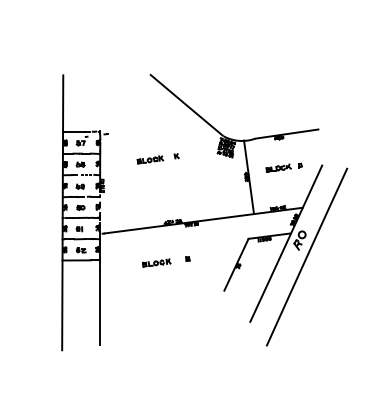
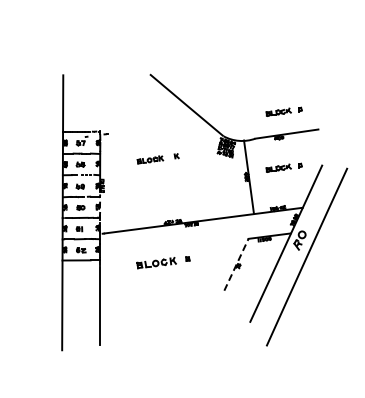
part at (283, 111): none -> present
part at (156, 262) size: 30x10 px -> 41x13 px
line at (236, 264): solid -> dashed
